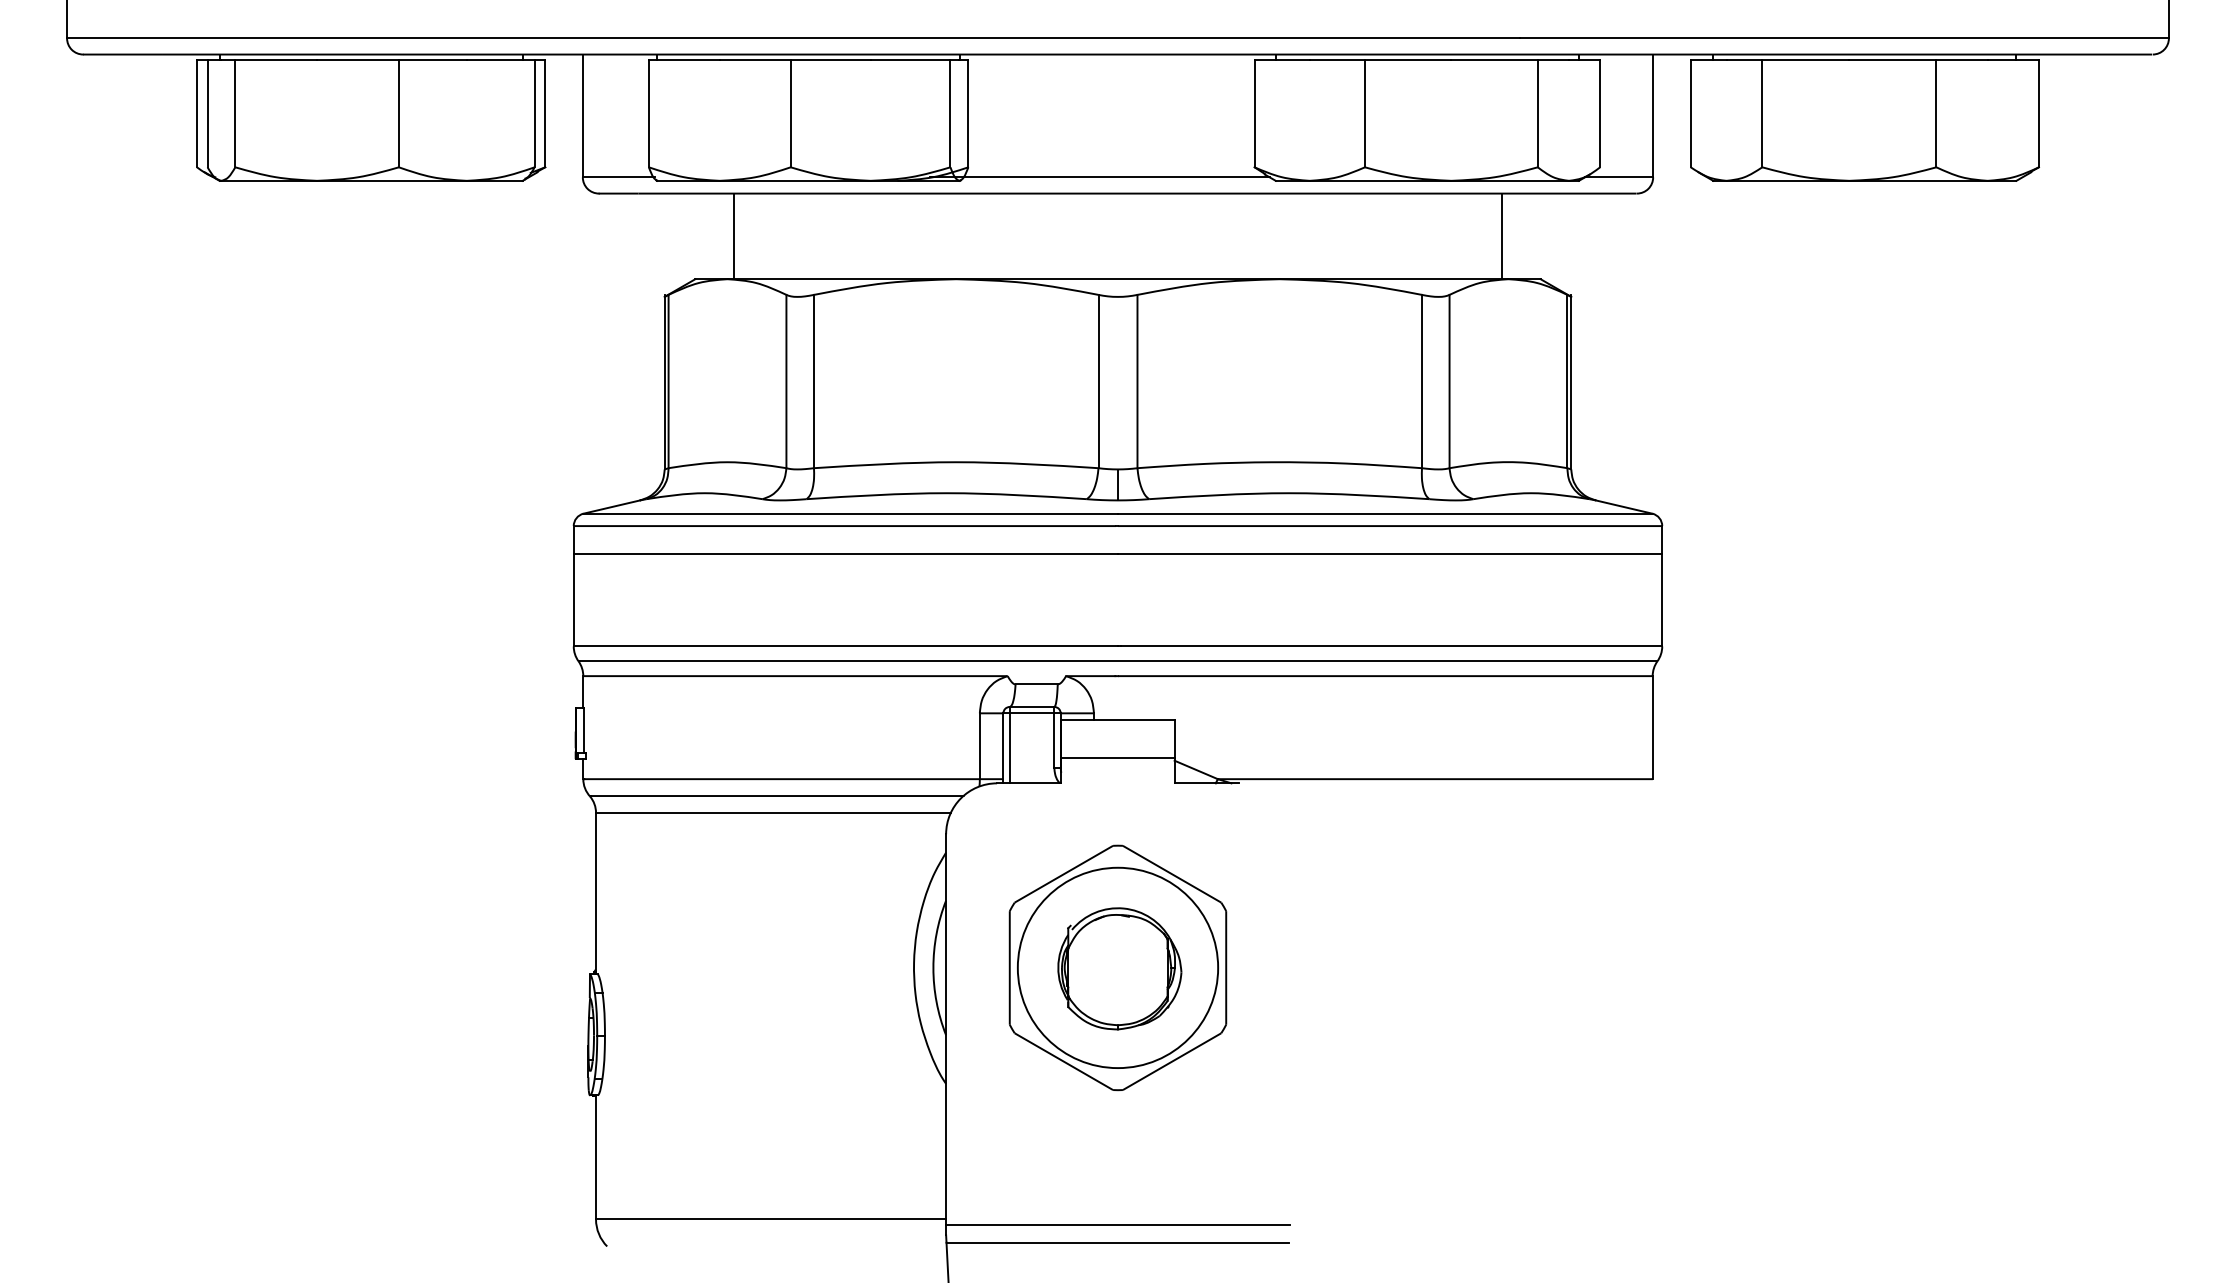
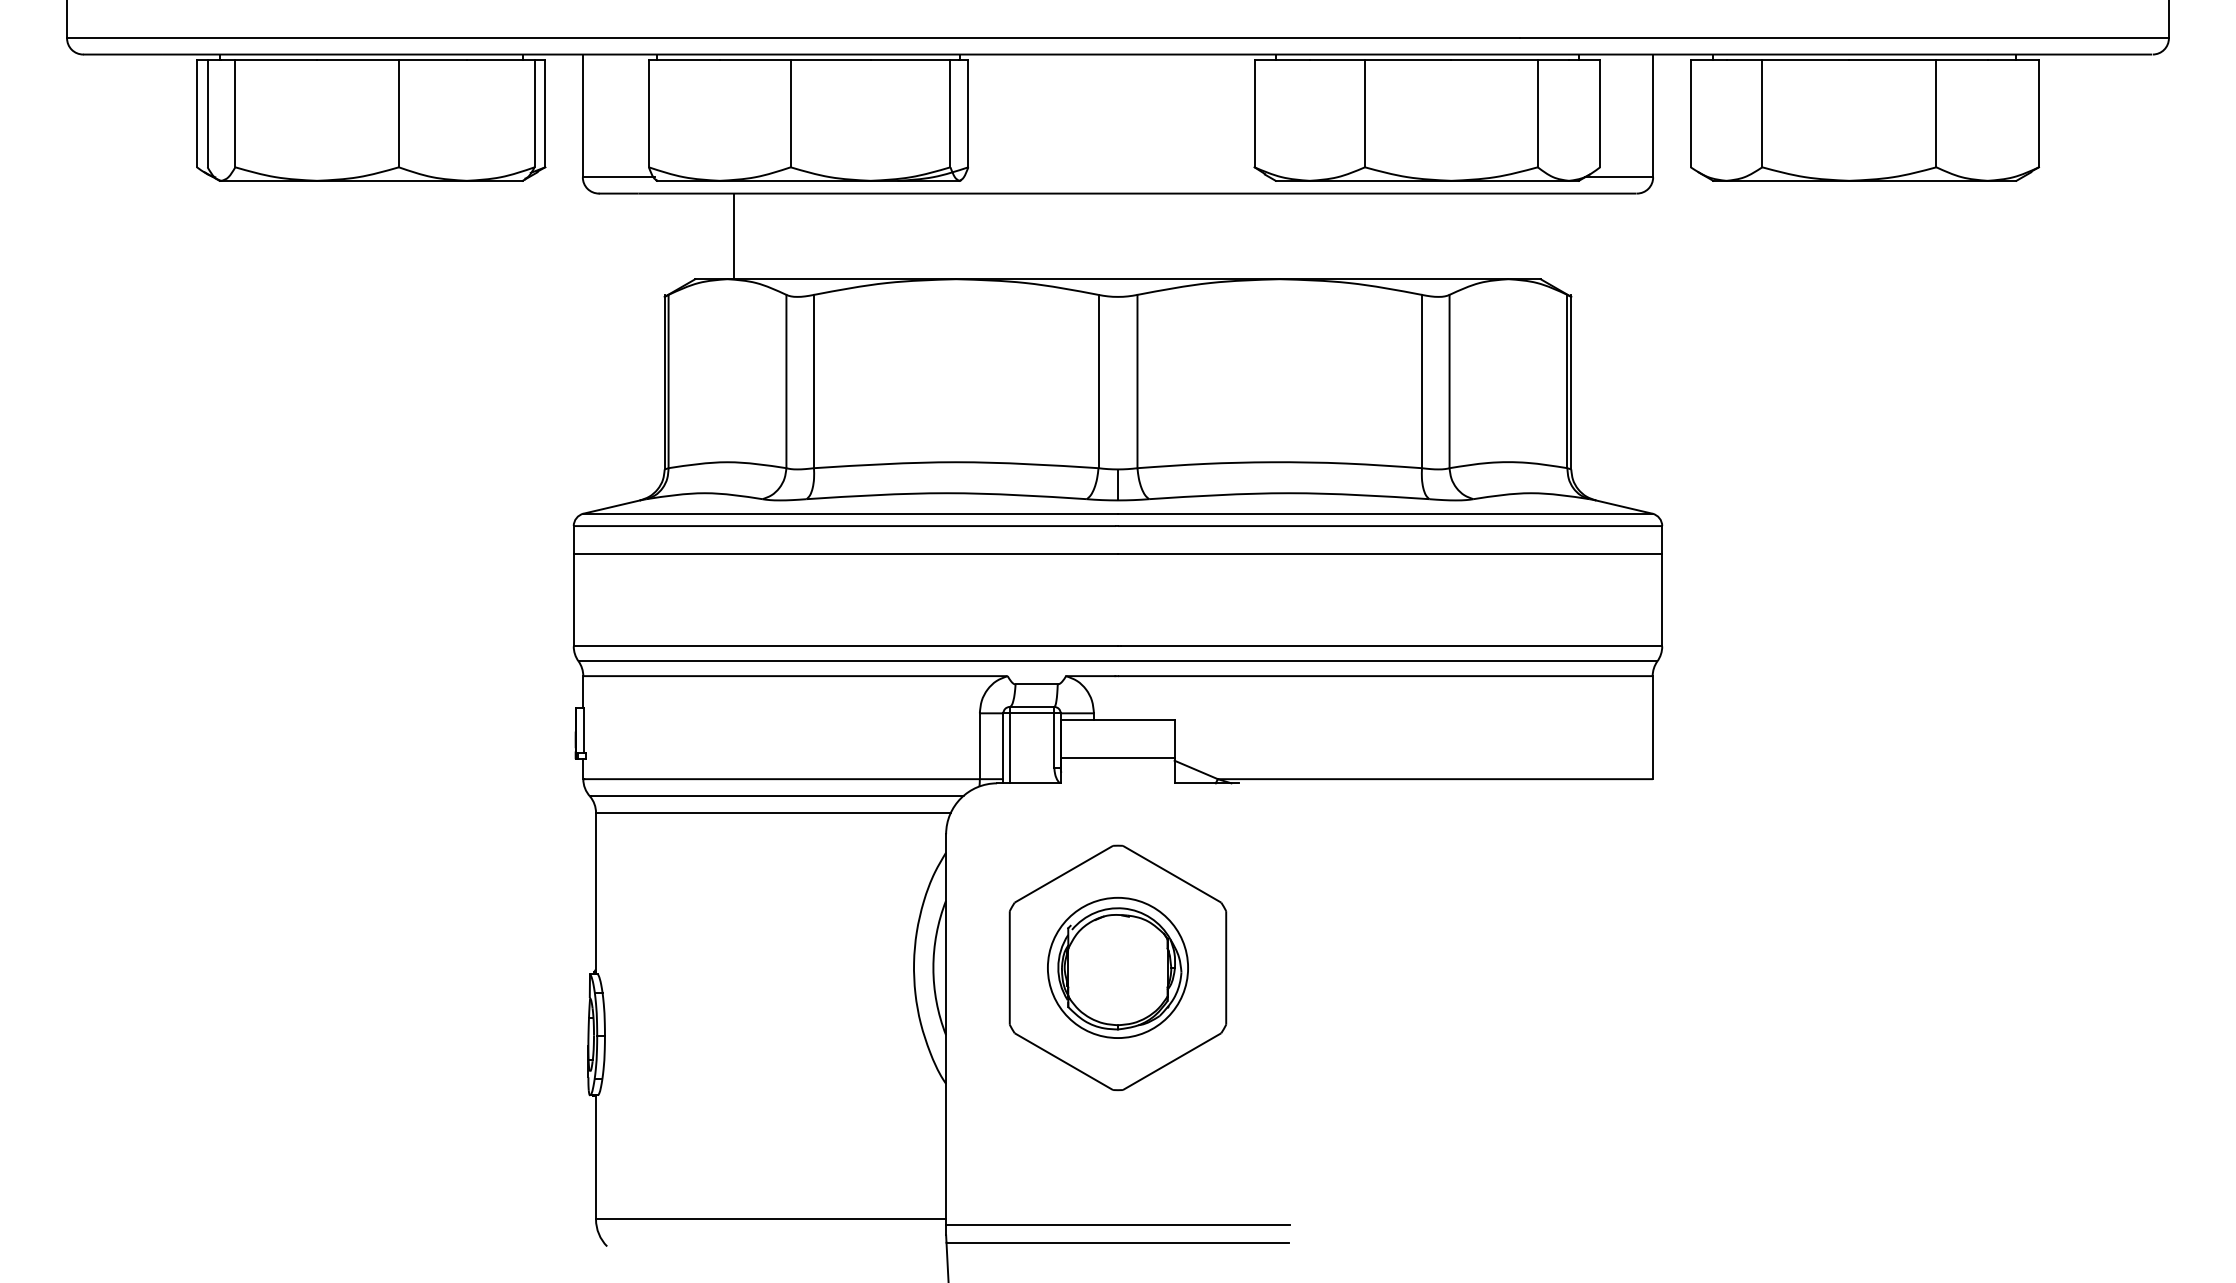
line at (1099, 177): present -> none
line at (1501, 236): present -> none
circle at (1117, 967) diameter: 200 px -> 140 px
